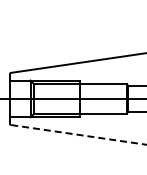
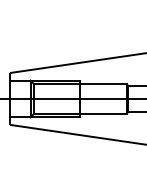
line at (79, 134): dashed -> solid
